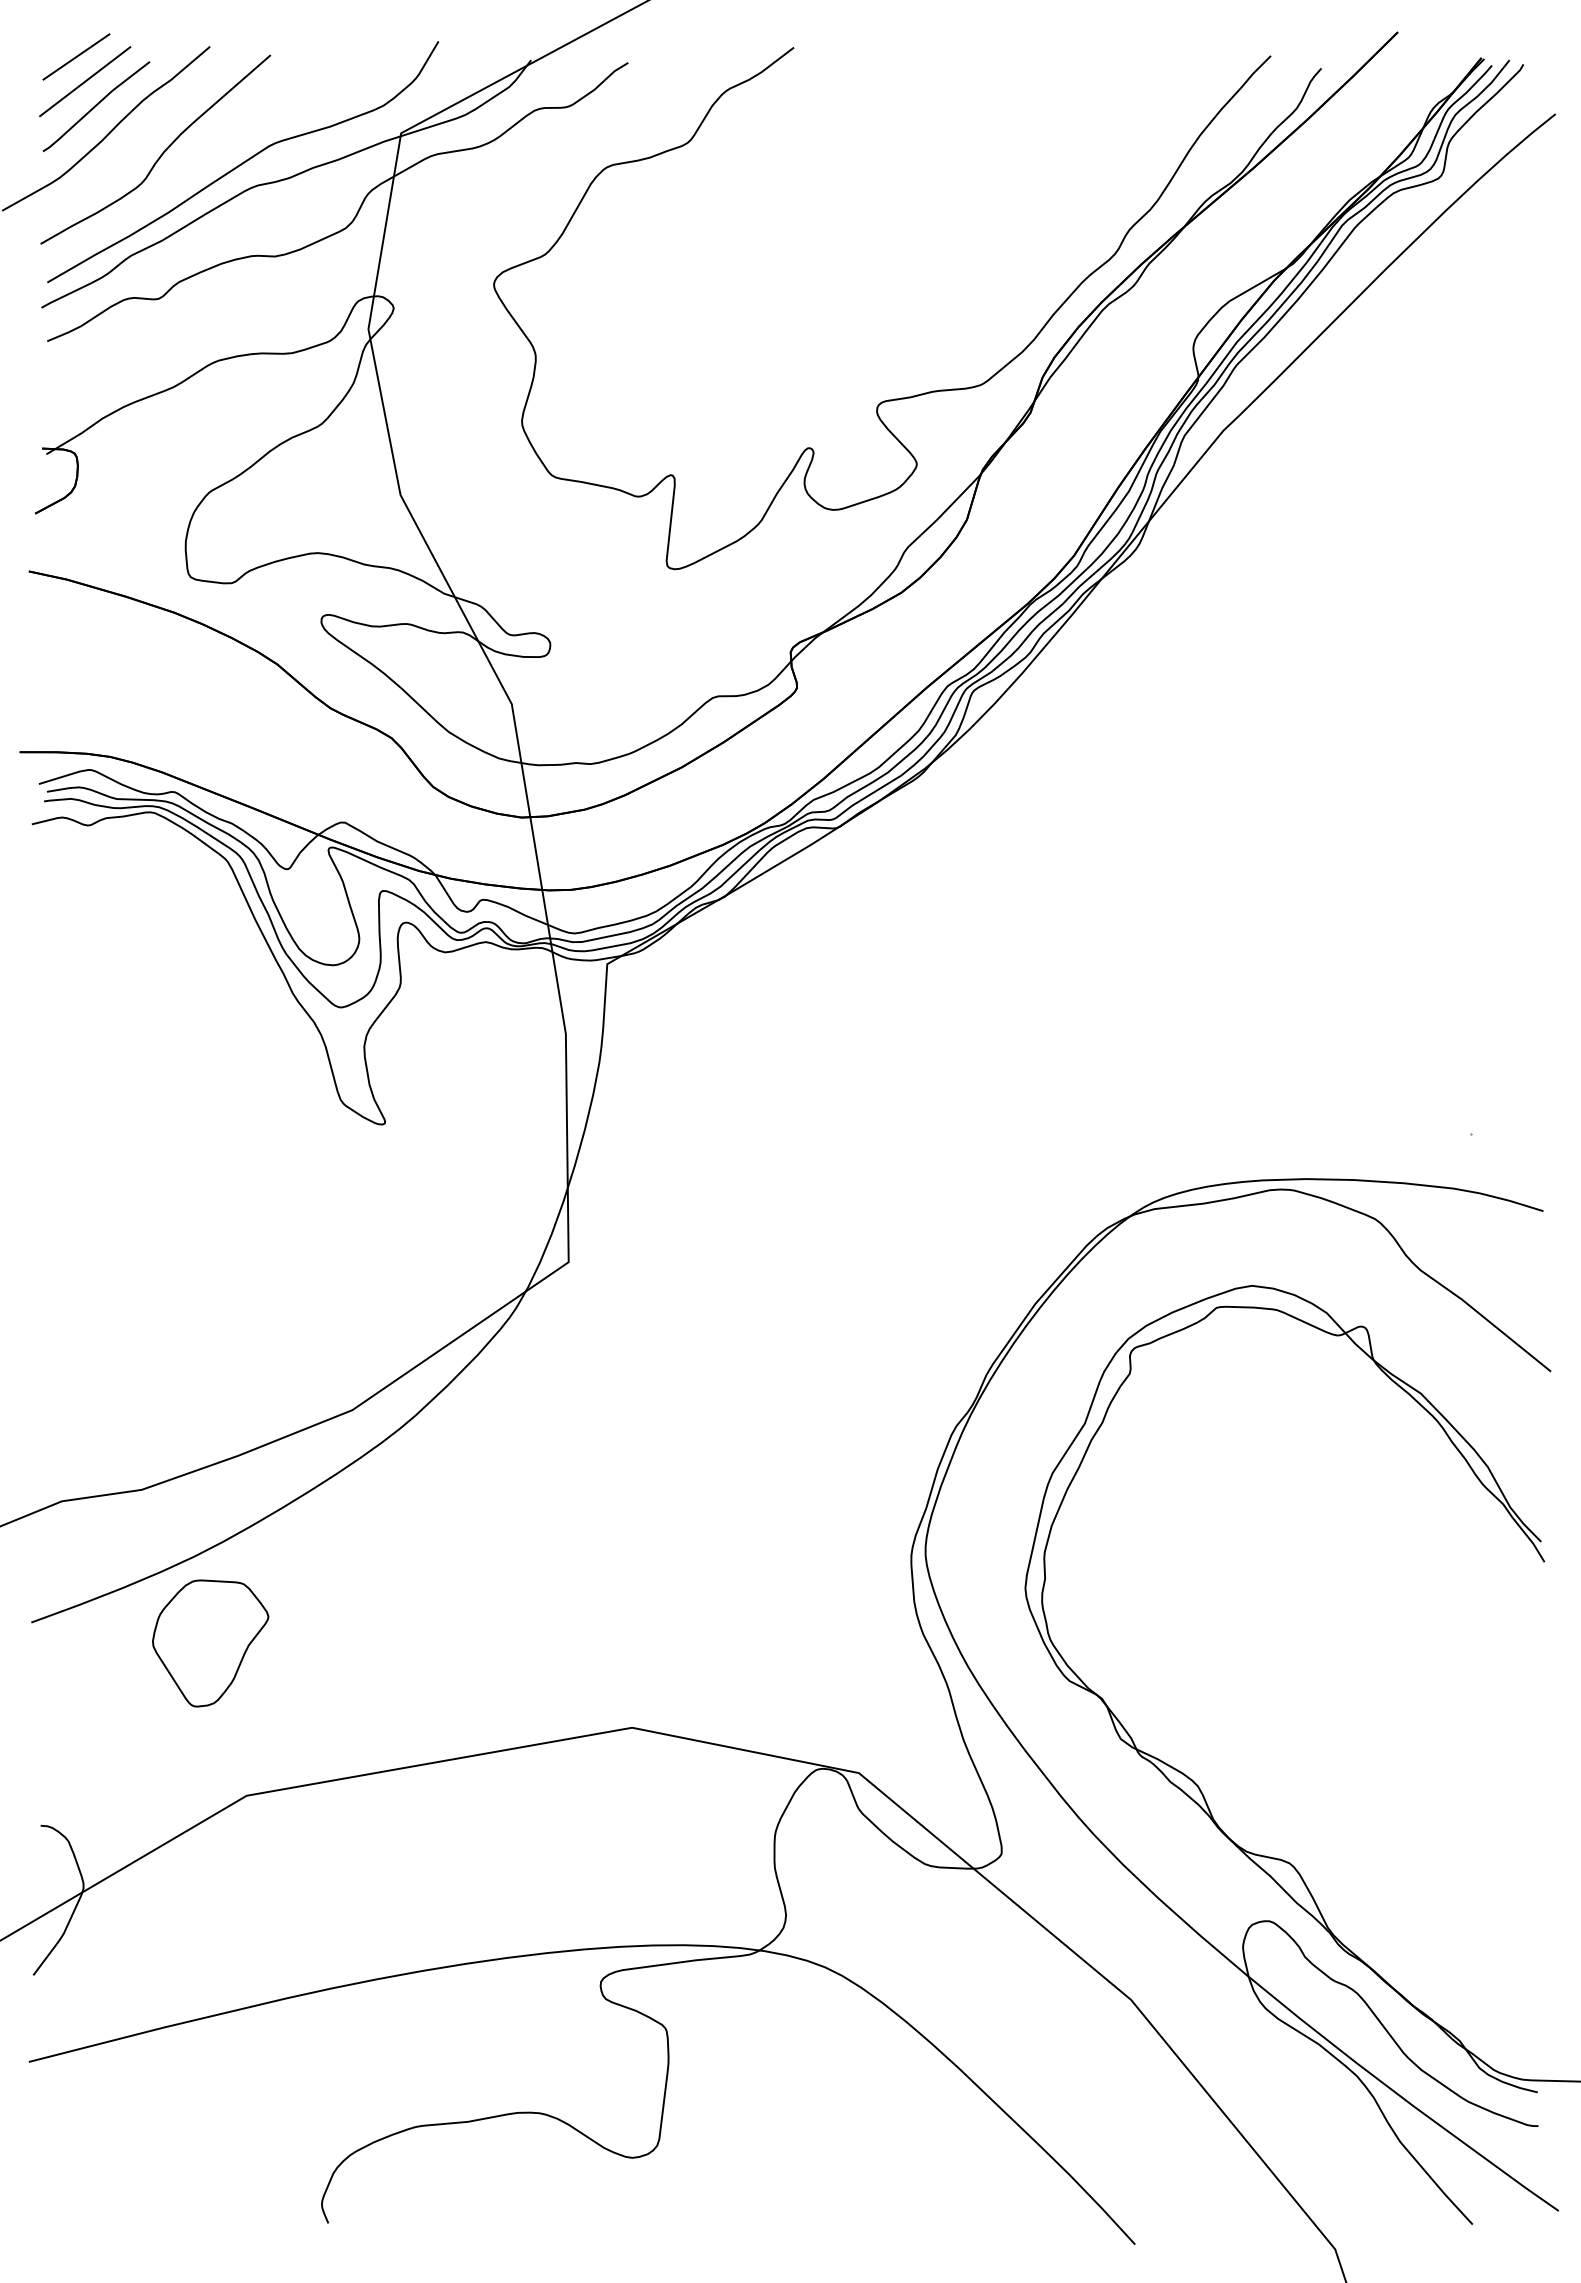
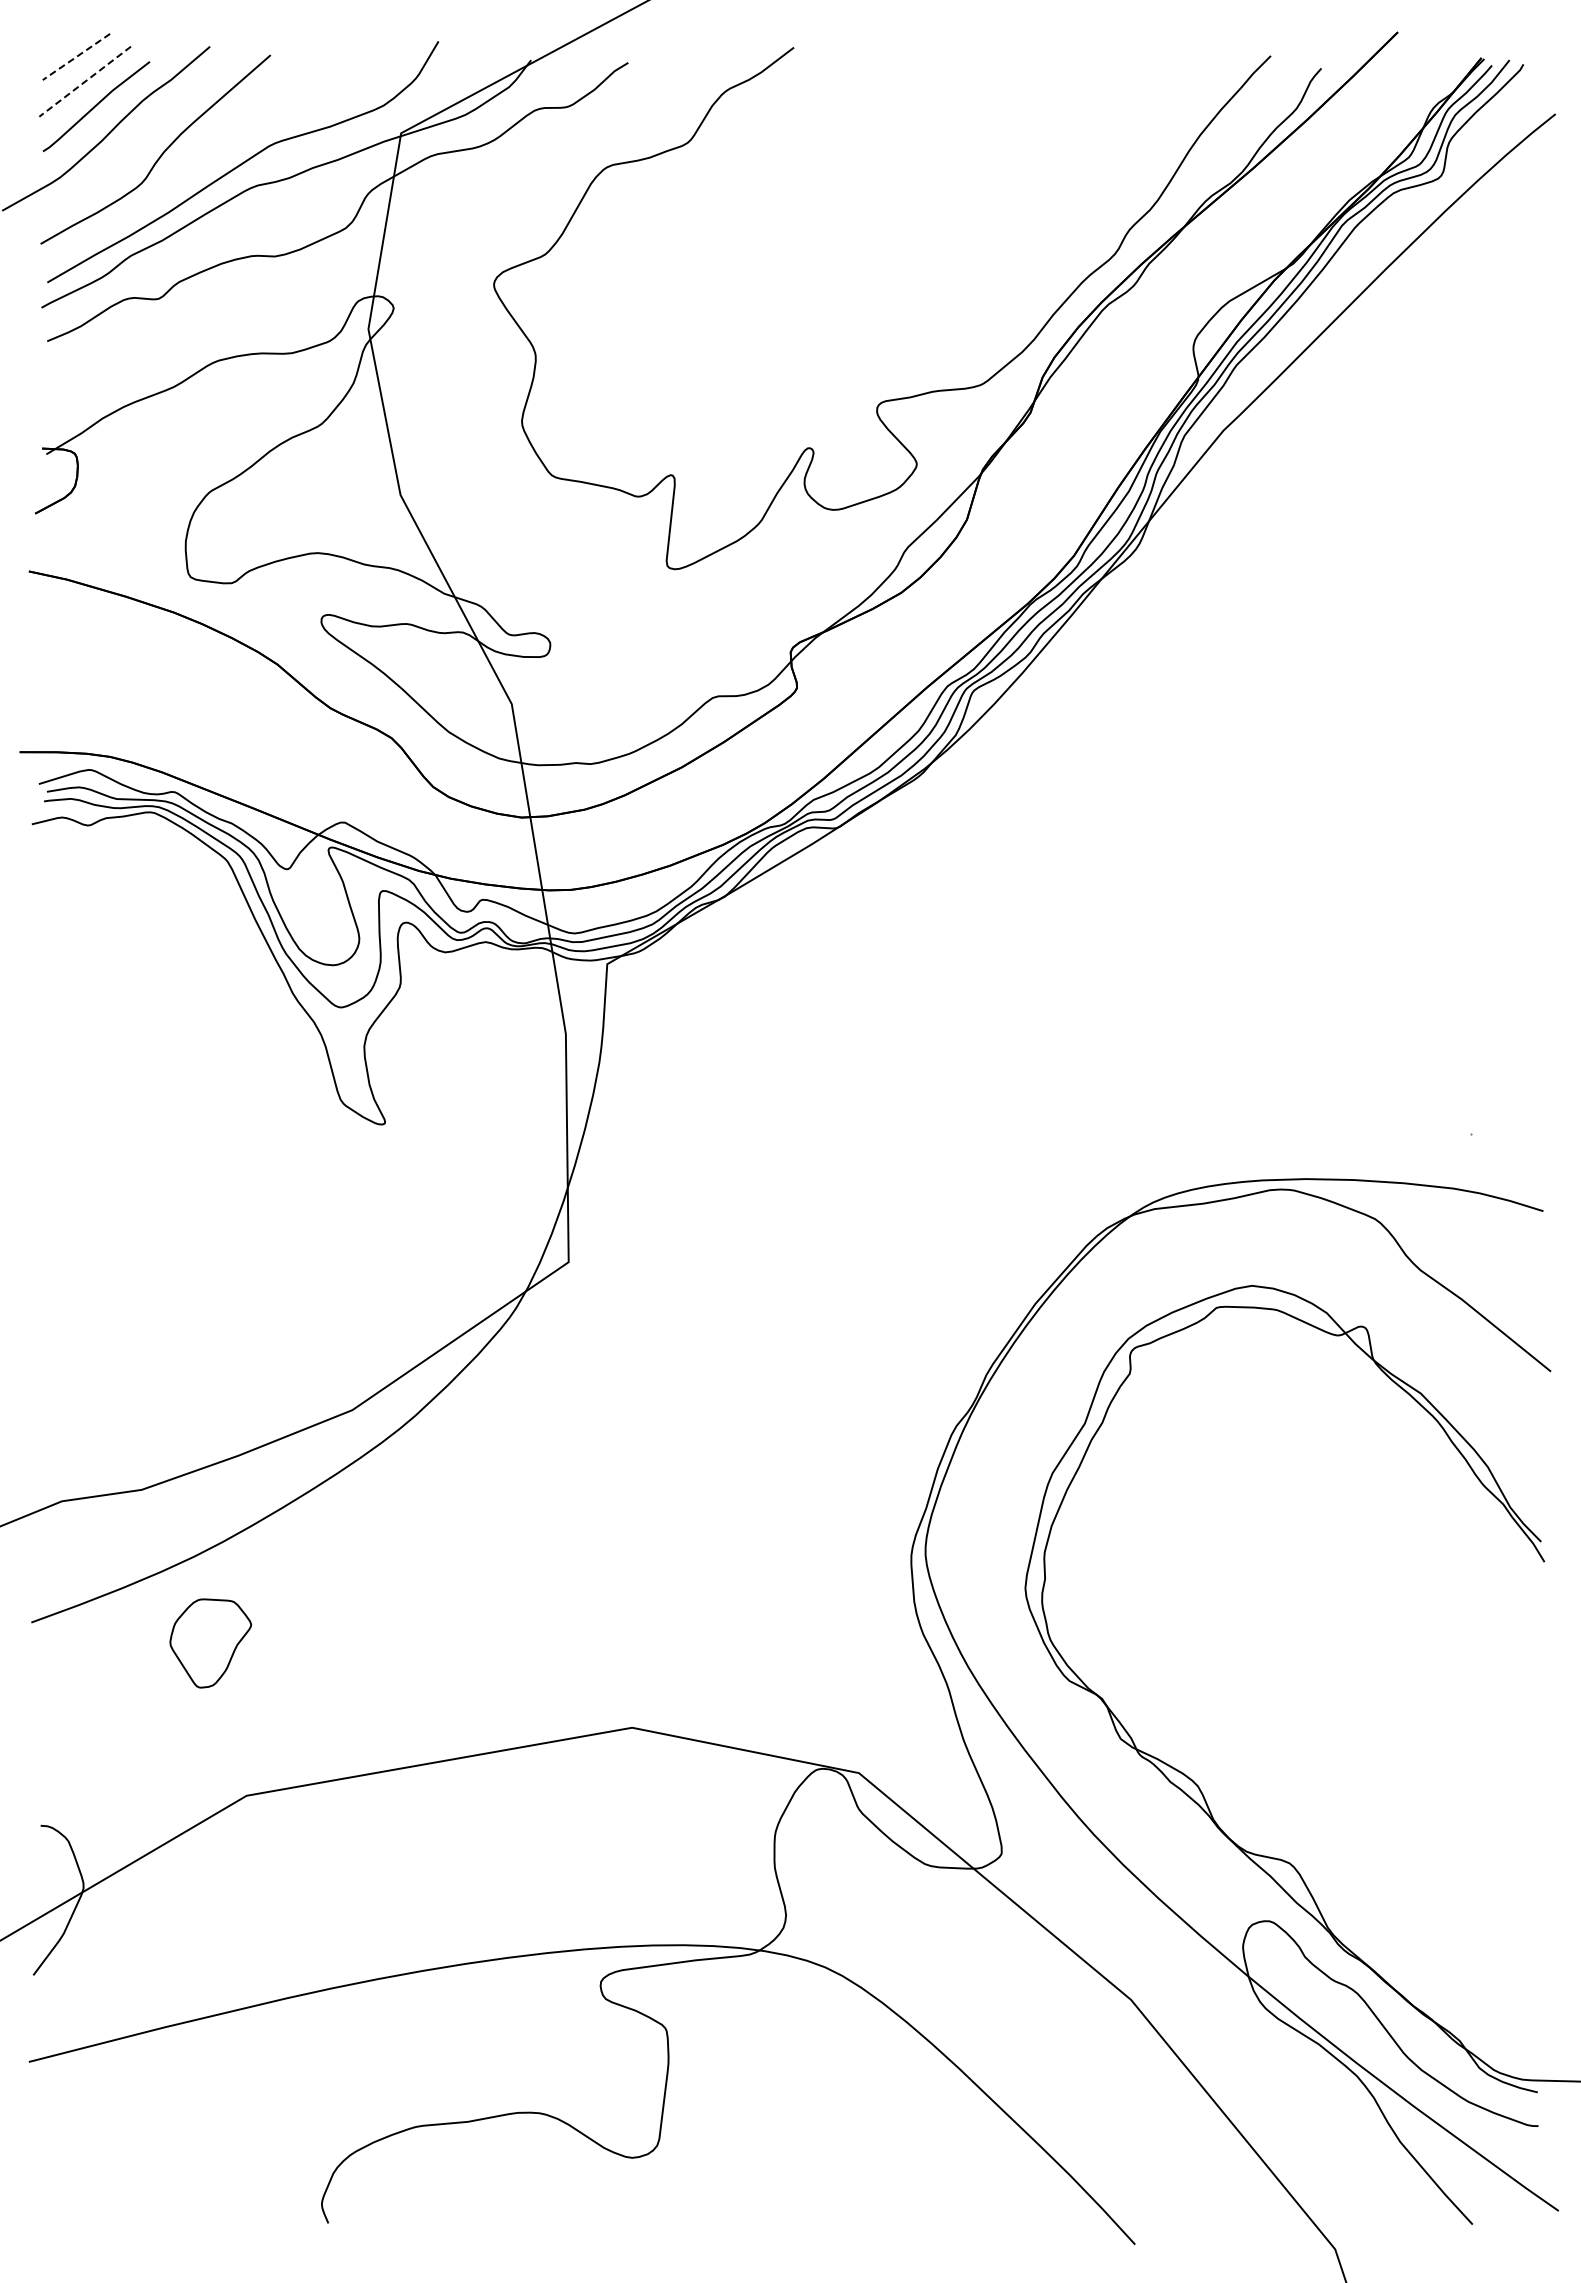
line at (76, 56): solid -> dashed
line at (85, 81): solid -> dashed
part at (210, 1643) size: 118x129 px -> 84x91 px
